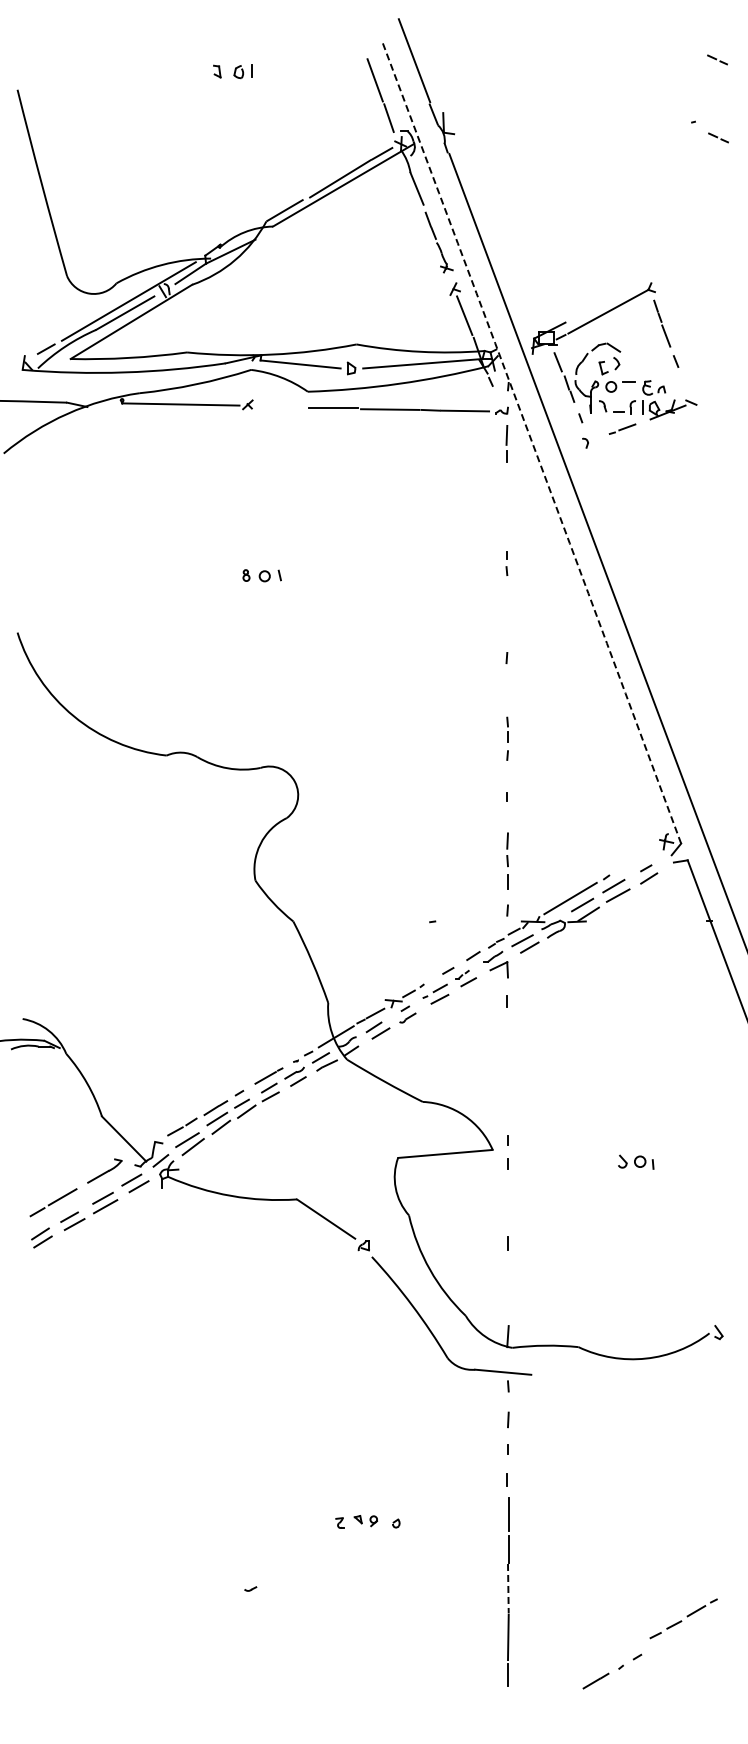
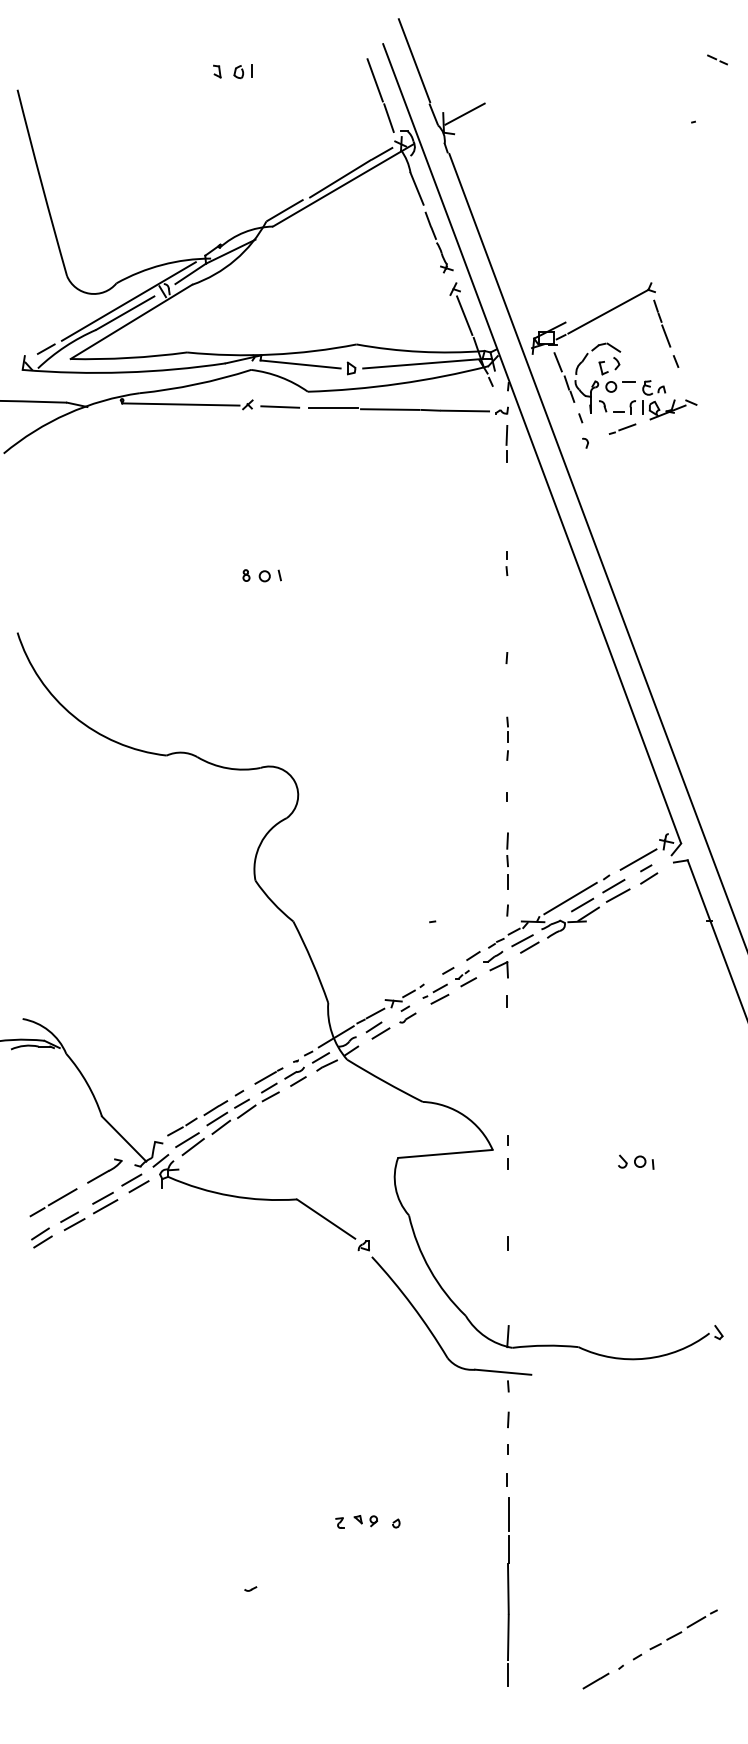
line at (464, 113): none -> present
line at (717, 137): present -> none
line at (280, 406): none -> present
arc at (532, 443): dashed -> solid
line at (638, 859): none -> present
line at (508, 1588): dashed -> solid
part at (683, 1618) position: (683, 1618) -> (683, 1629)
